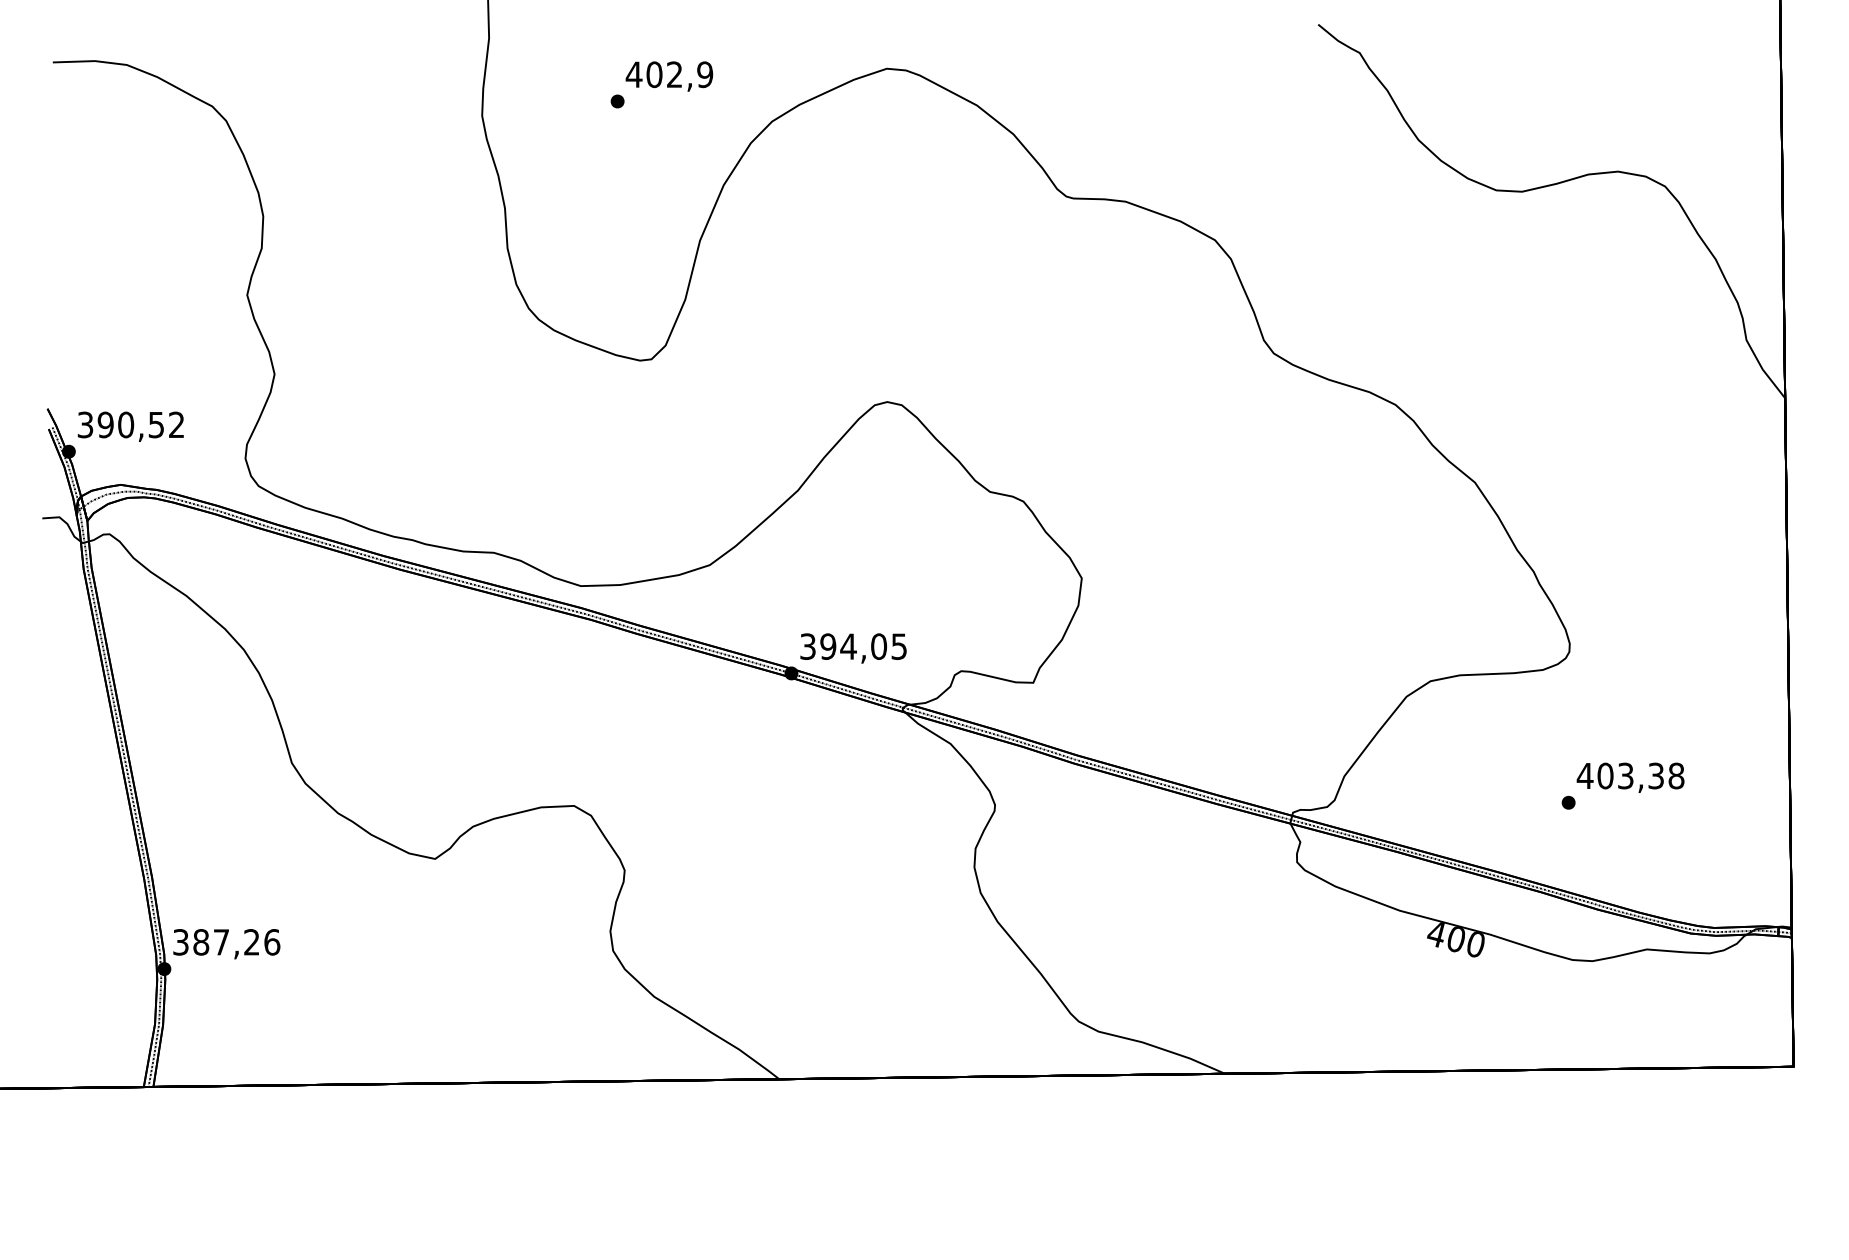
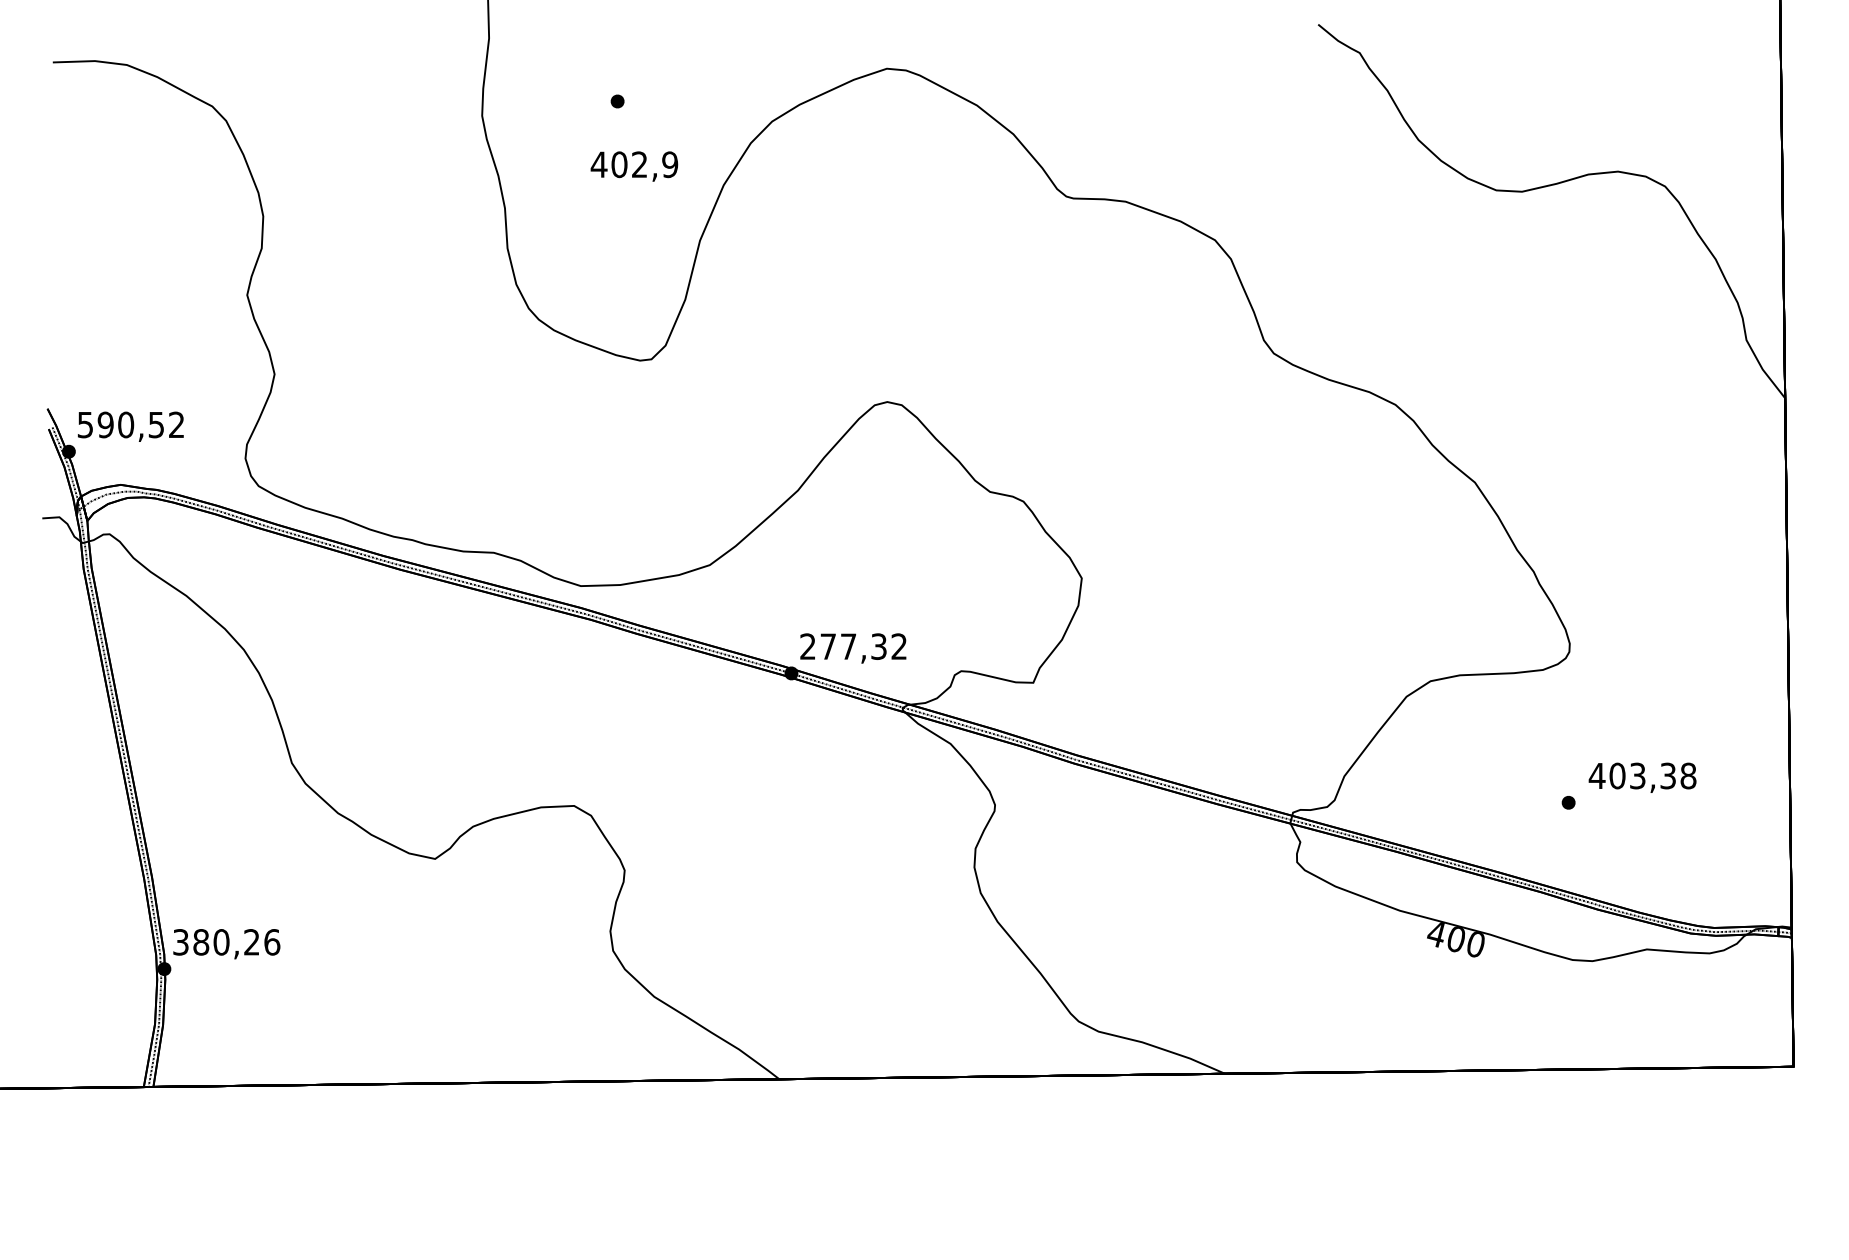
text at (669, 76) position: (669, 76) -> (634, 166)
text at (85, 424): 390,52 -> 590,52
text at (853, 646): 394,05 -> 277,32
text at (1630, 777) position: (1630, 777) -> (1642, 777)
text at (221, 942): 387,26 -> 380,26
